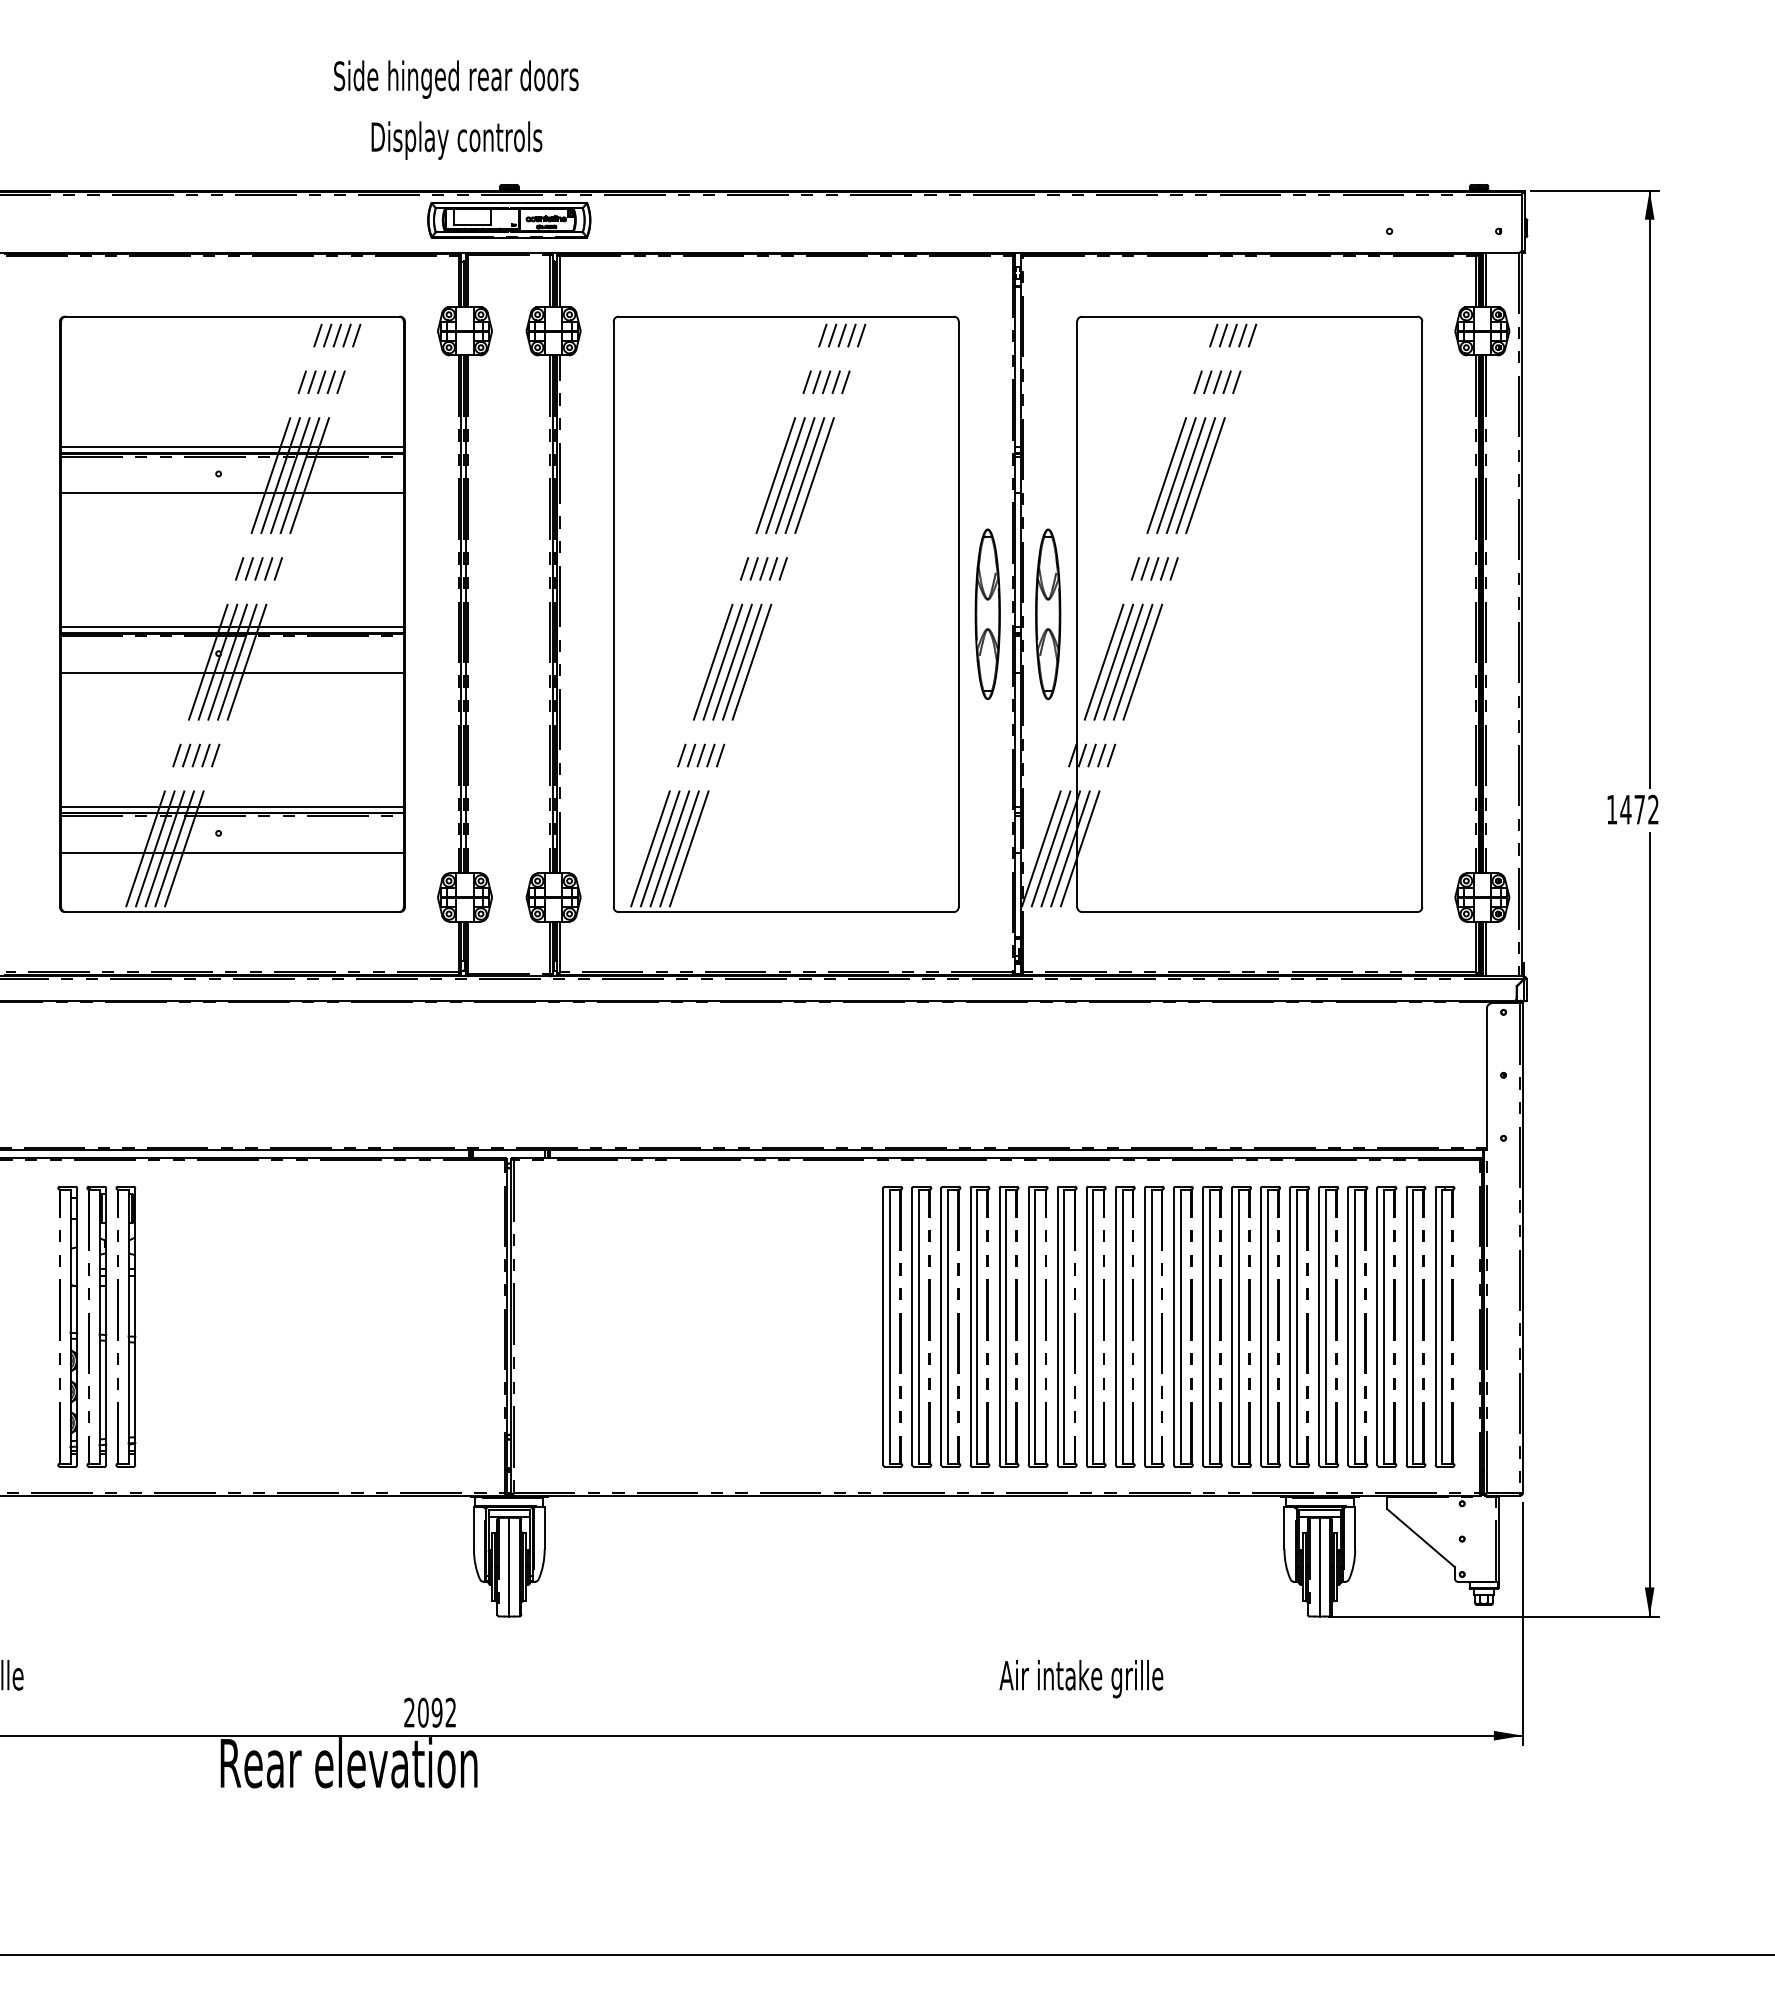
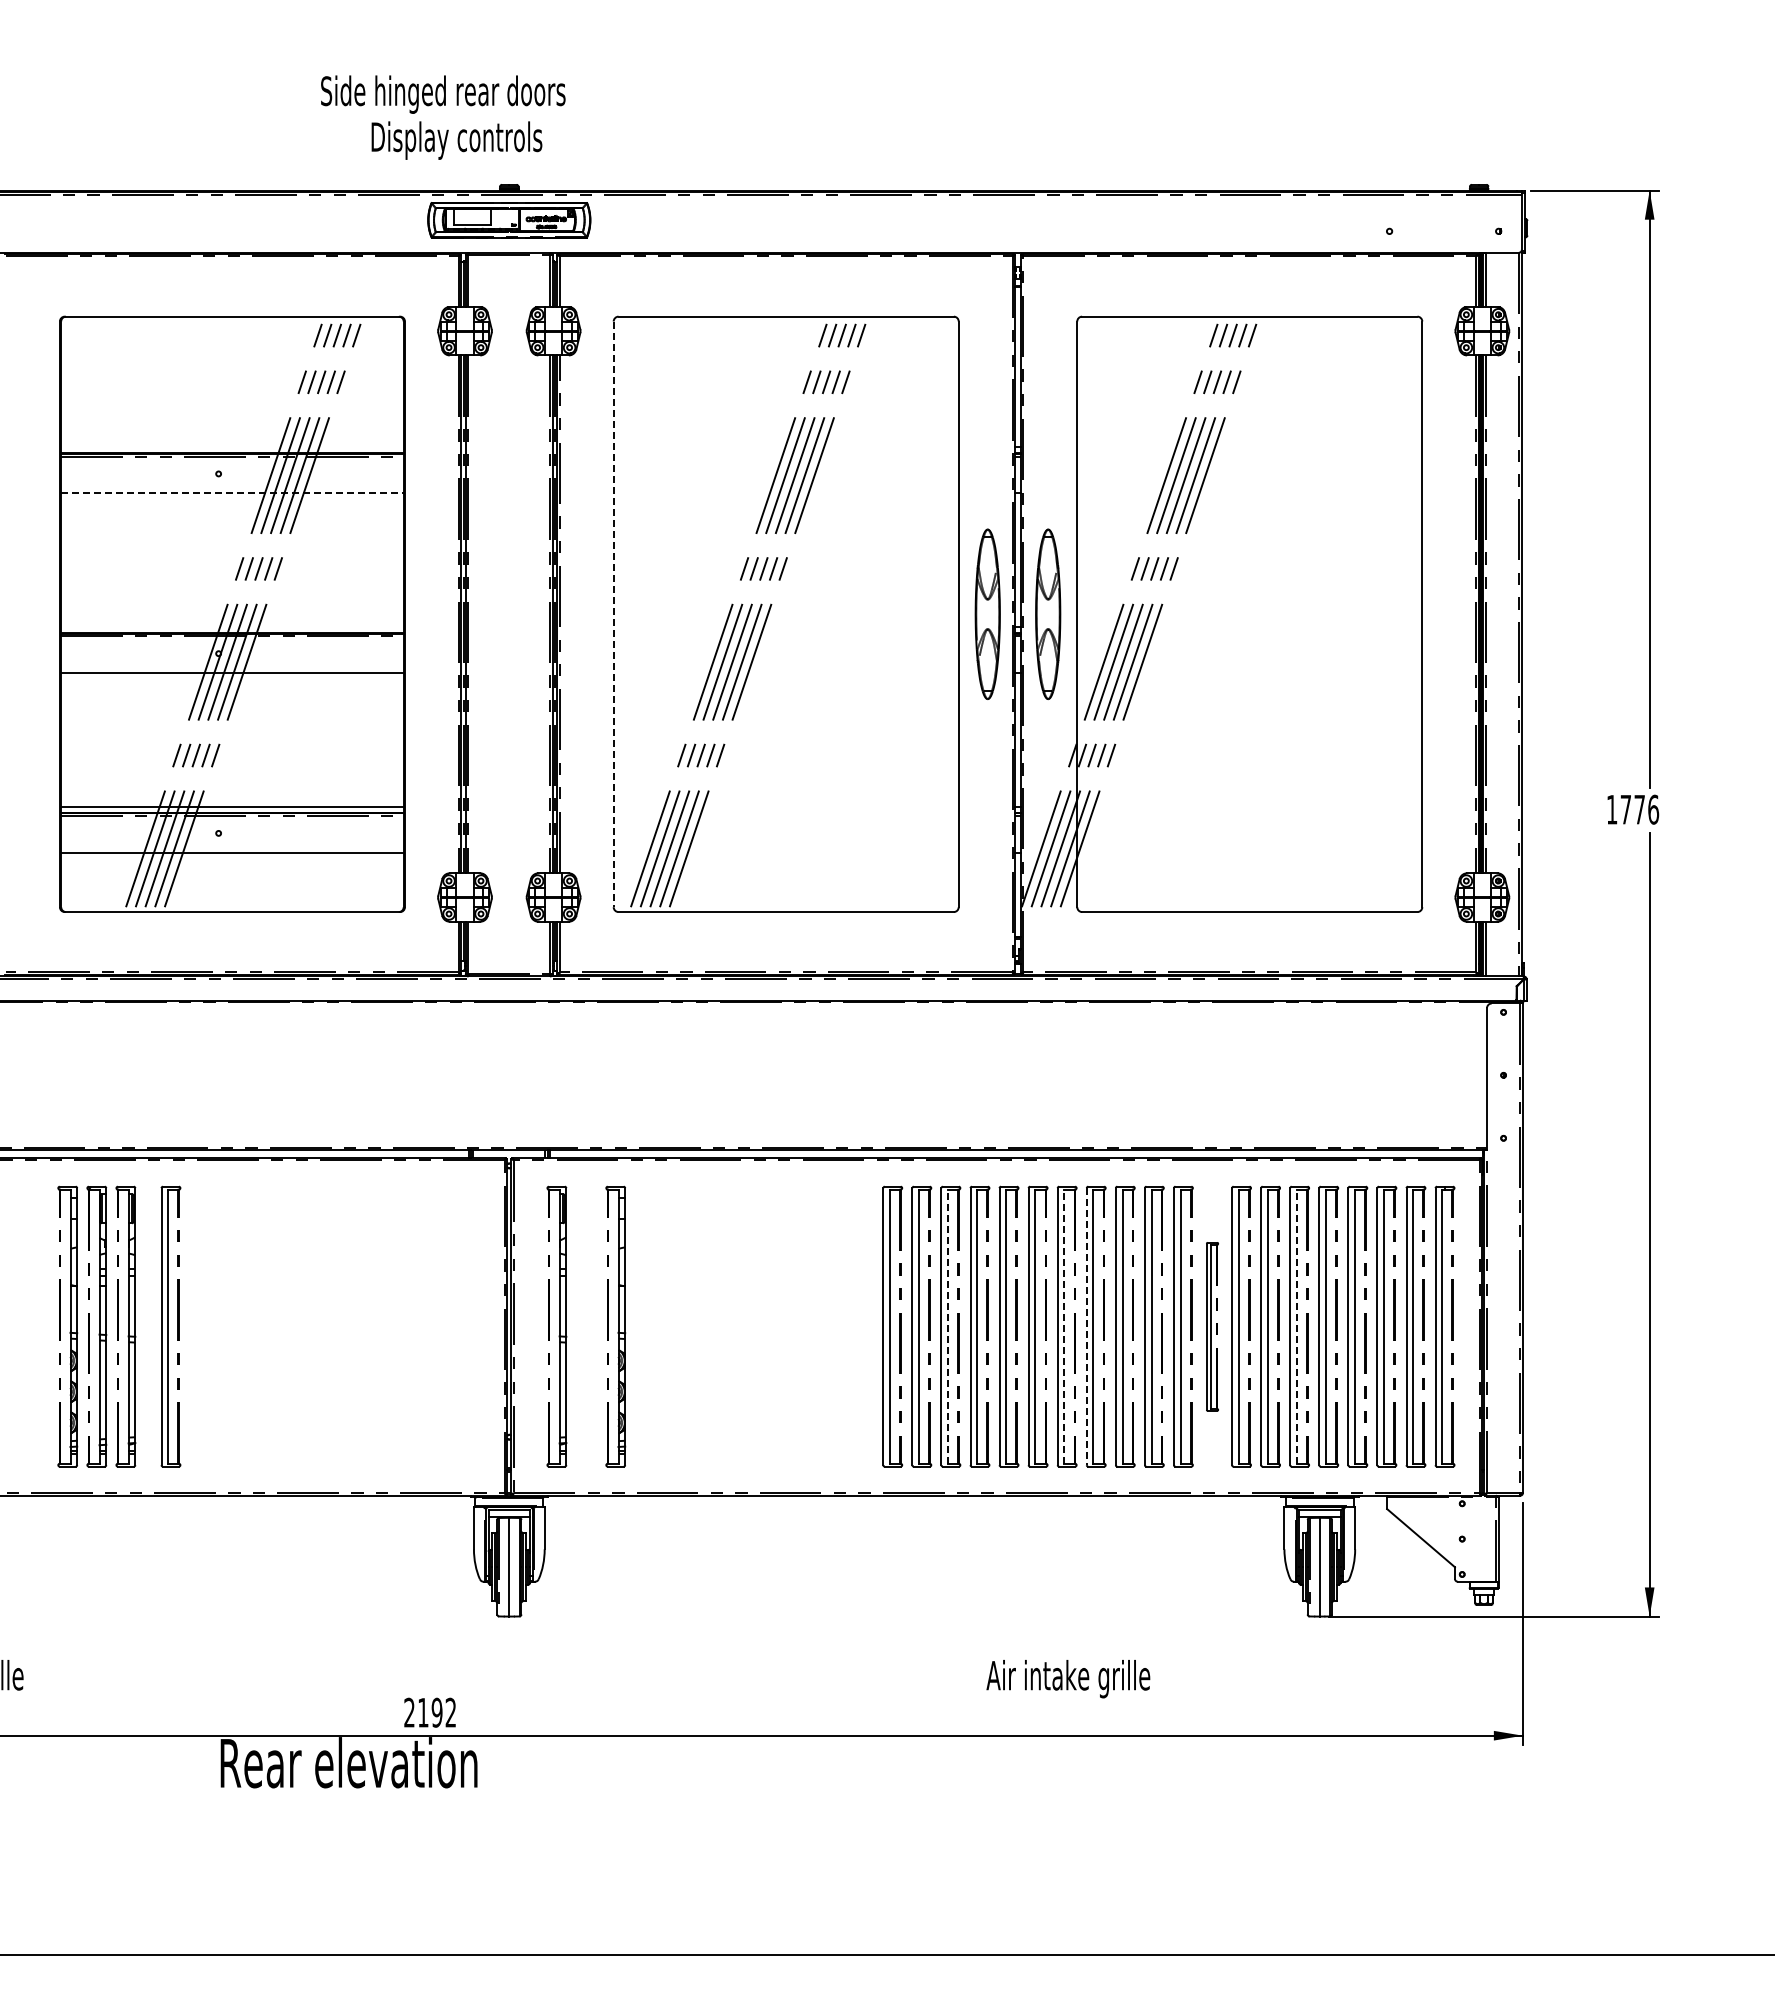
text at (456, 79) position: (456, 79) -> (443, 94)
line at (232, 447): present -> none
line at (232, 493): solid -> dashed
line at (613, 614): solid -> dashed
line at (232, 627): present -> none
text at (1639, 809): 1472 -> 1776
part at (170, 1326): none -> present
part at (556, 1326): none -> present
part at (615, 1326): none -> present
line at (948, 1326): solid -> dashed
line at (1064, 1326): solid -> dashed
line at (1086, 1326): solid -> dashed
part at (1212, 1326) size: 21x282 px -> 13x170 px
line at (1296, 1326): solid -> dashed
text at (1081, 1679) position: (1081, 1679) -> (1068, 1679)
text at (423, 1712): 2092 -> 2192
